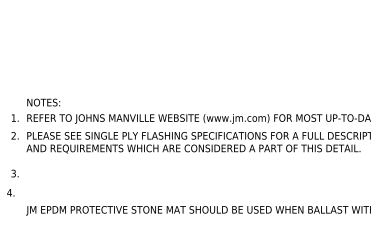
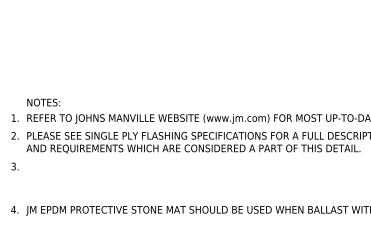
text at (14, 173) position: (14, 173) -> (14, 166)
text at (10, 192) position: (10, 192) -> (14, 209)
